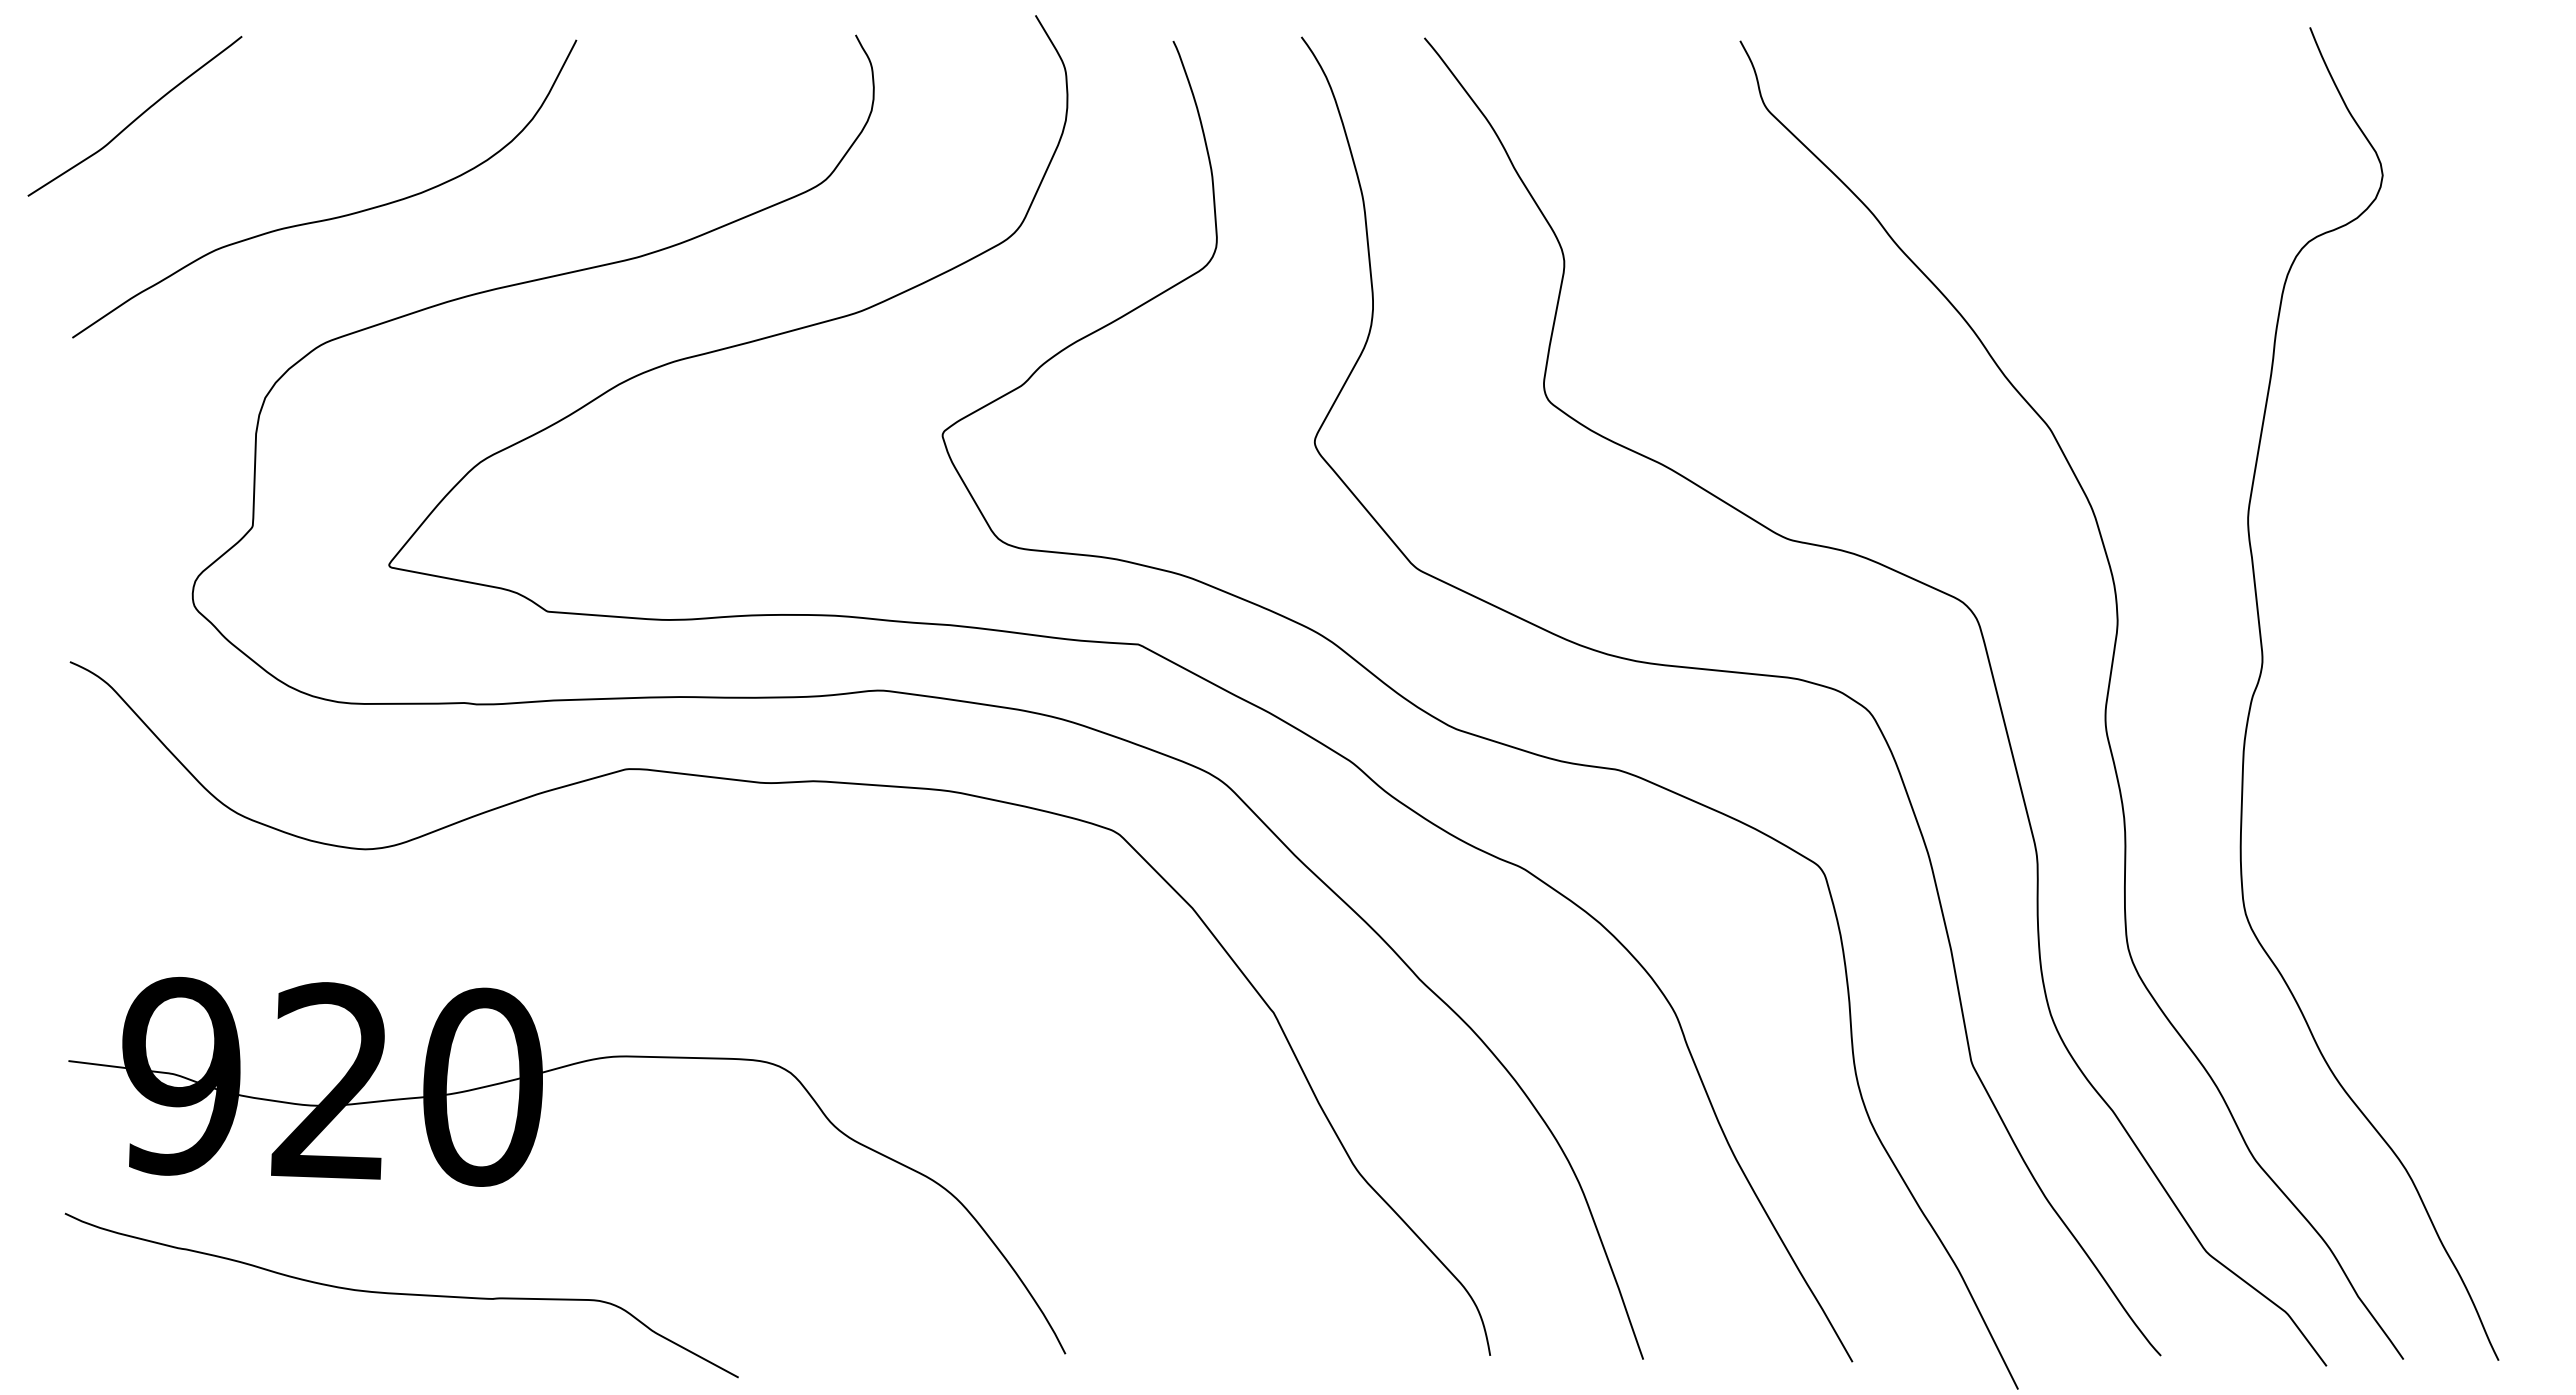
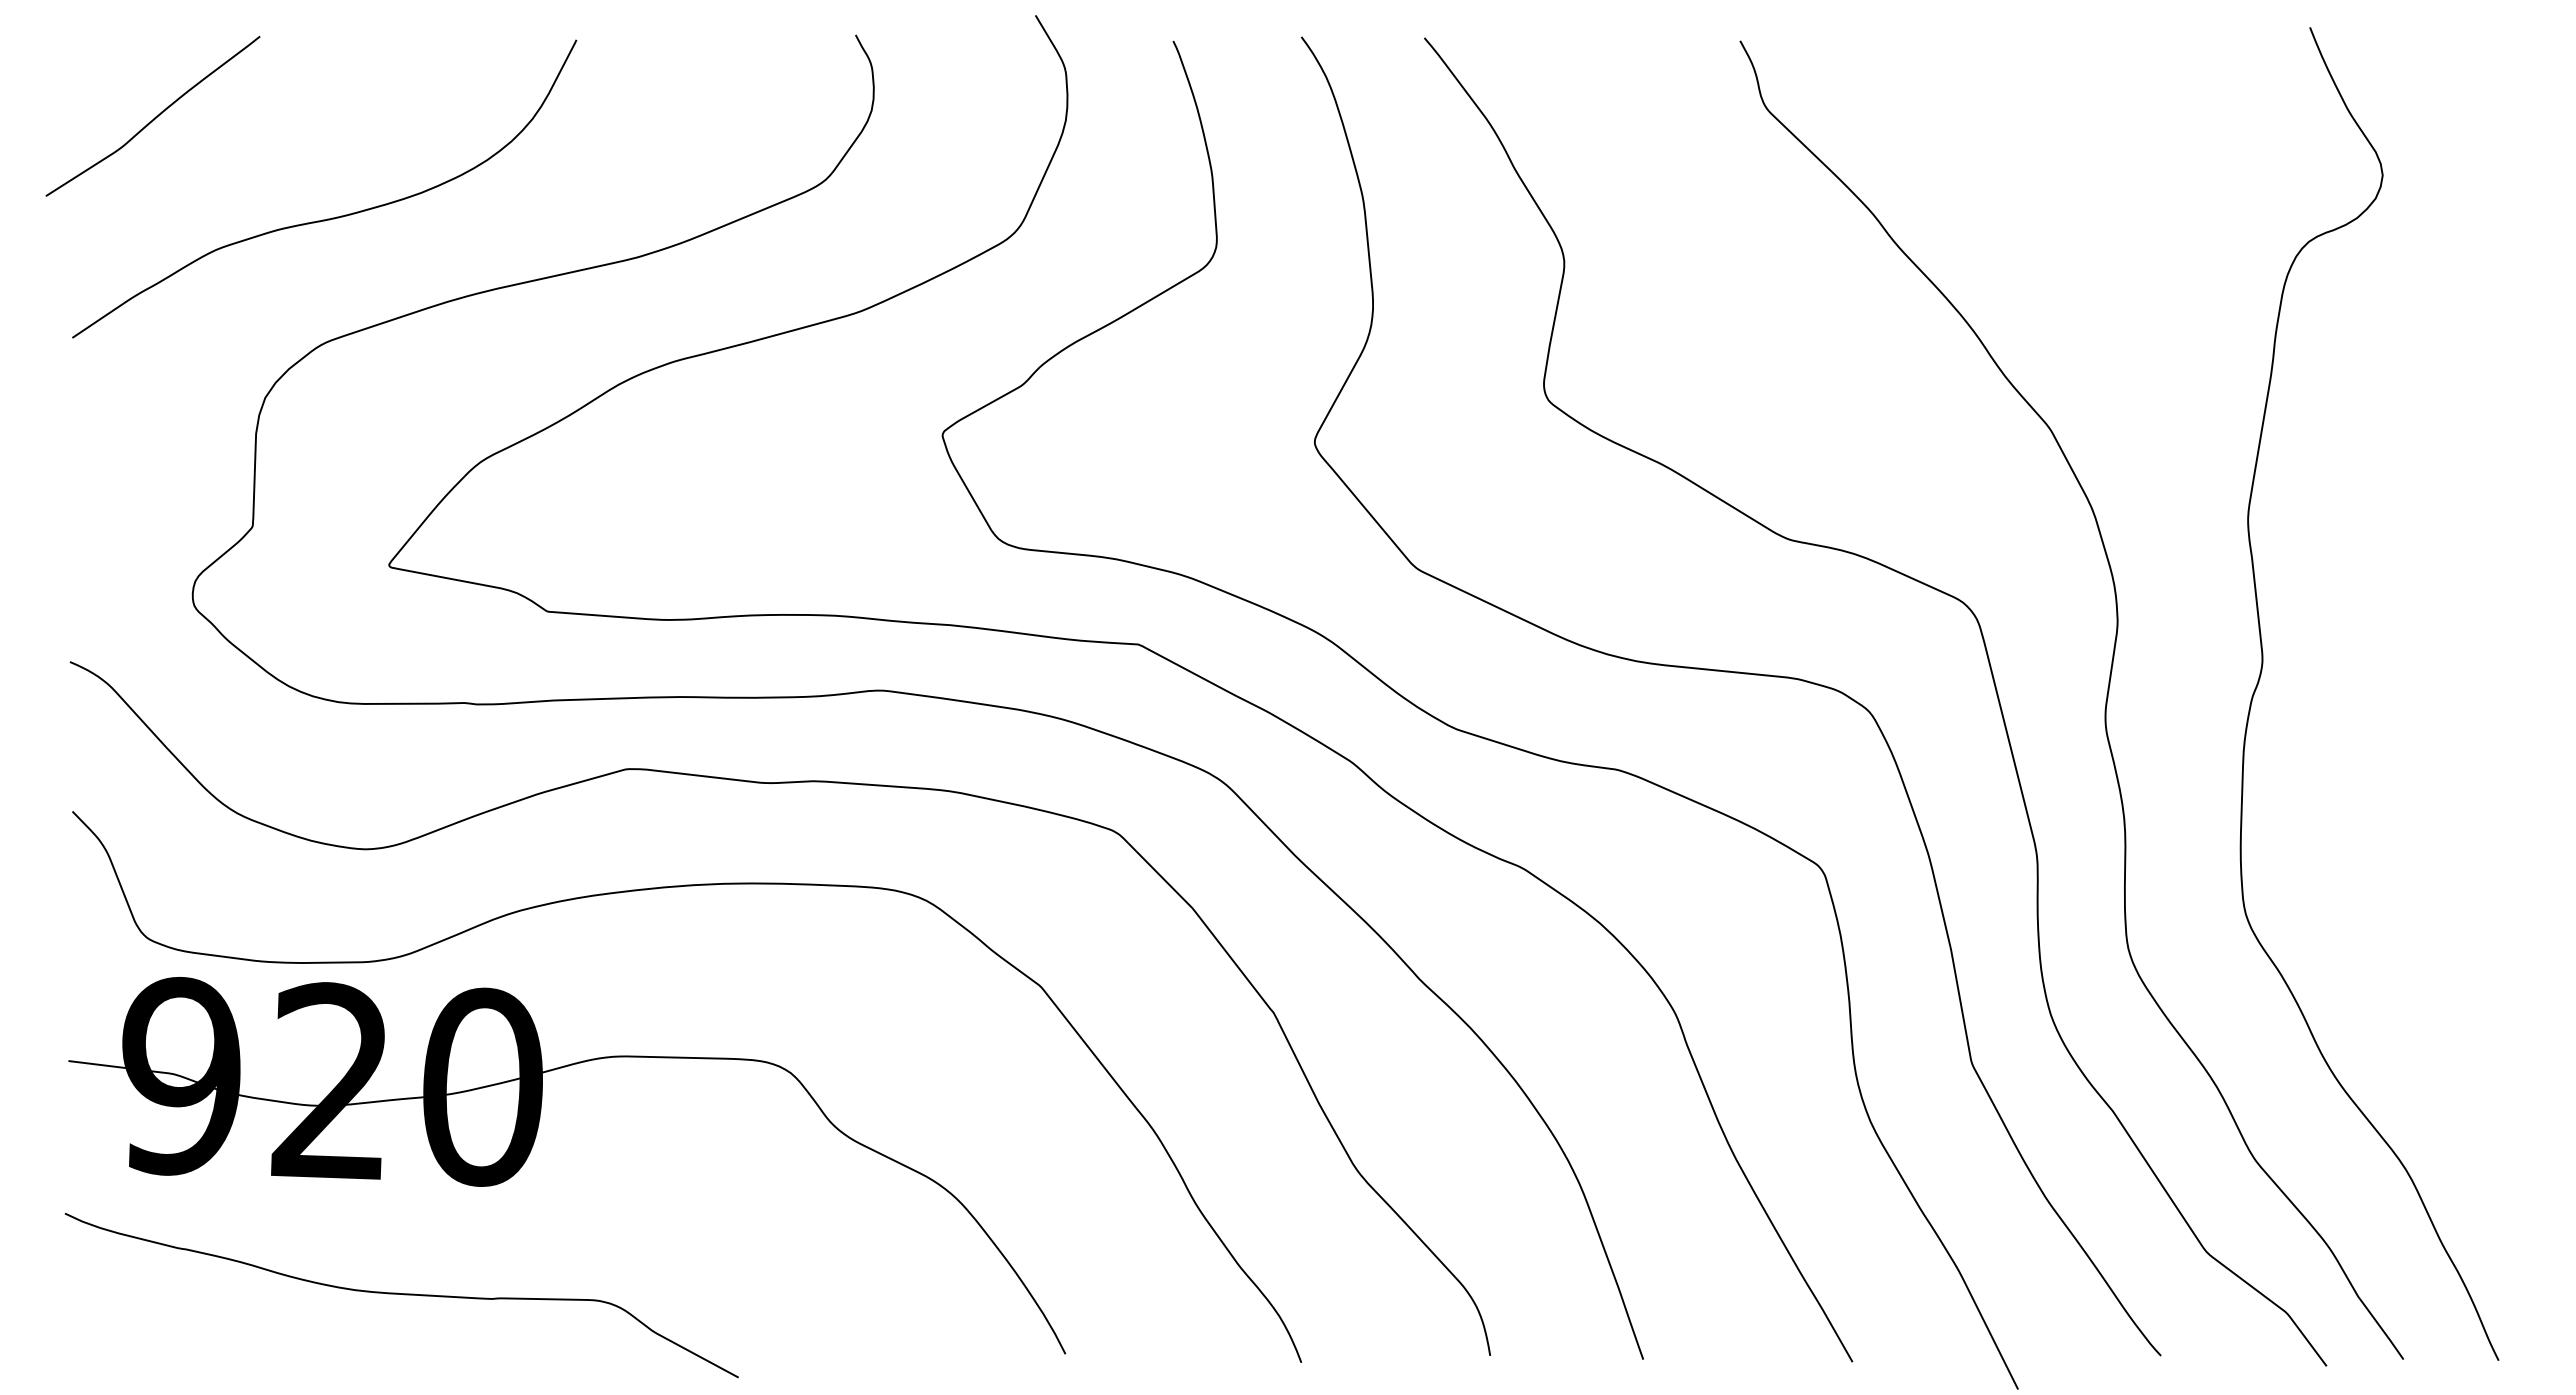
curve at (136, 117) position: (136, 117) -> (154, 117)
curve at (667, 888): none -> present
